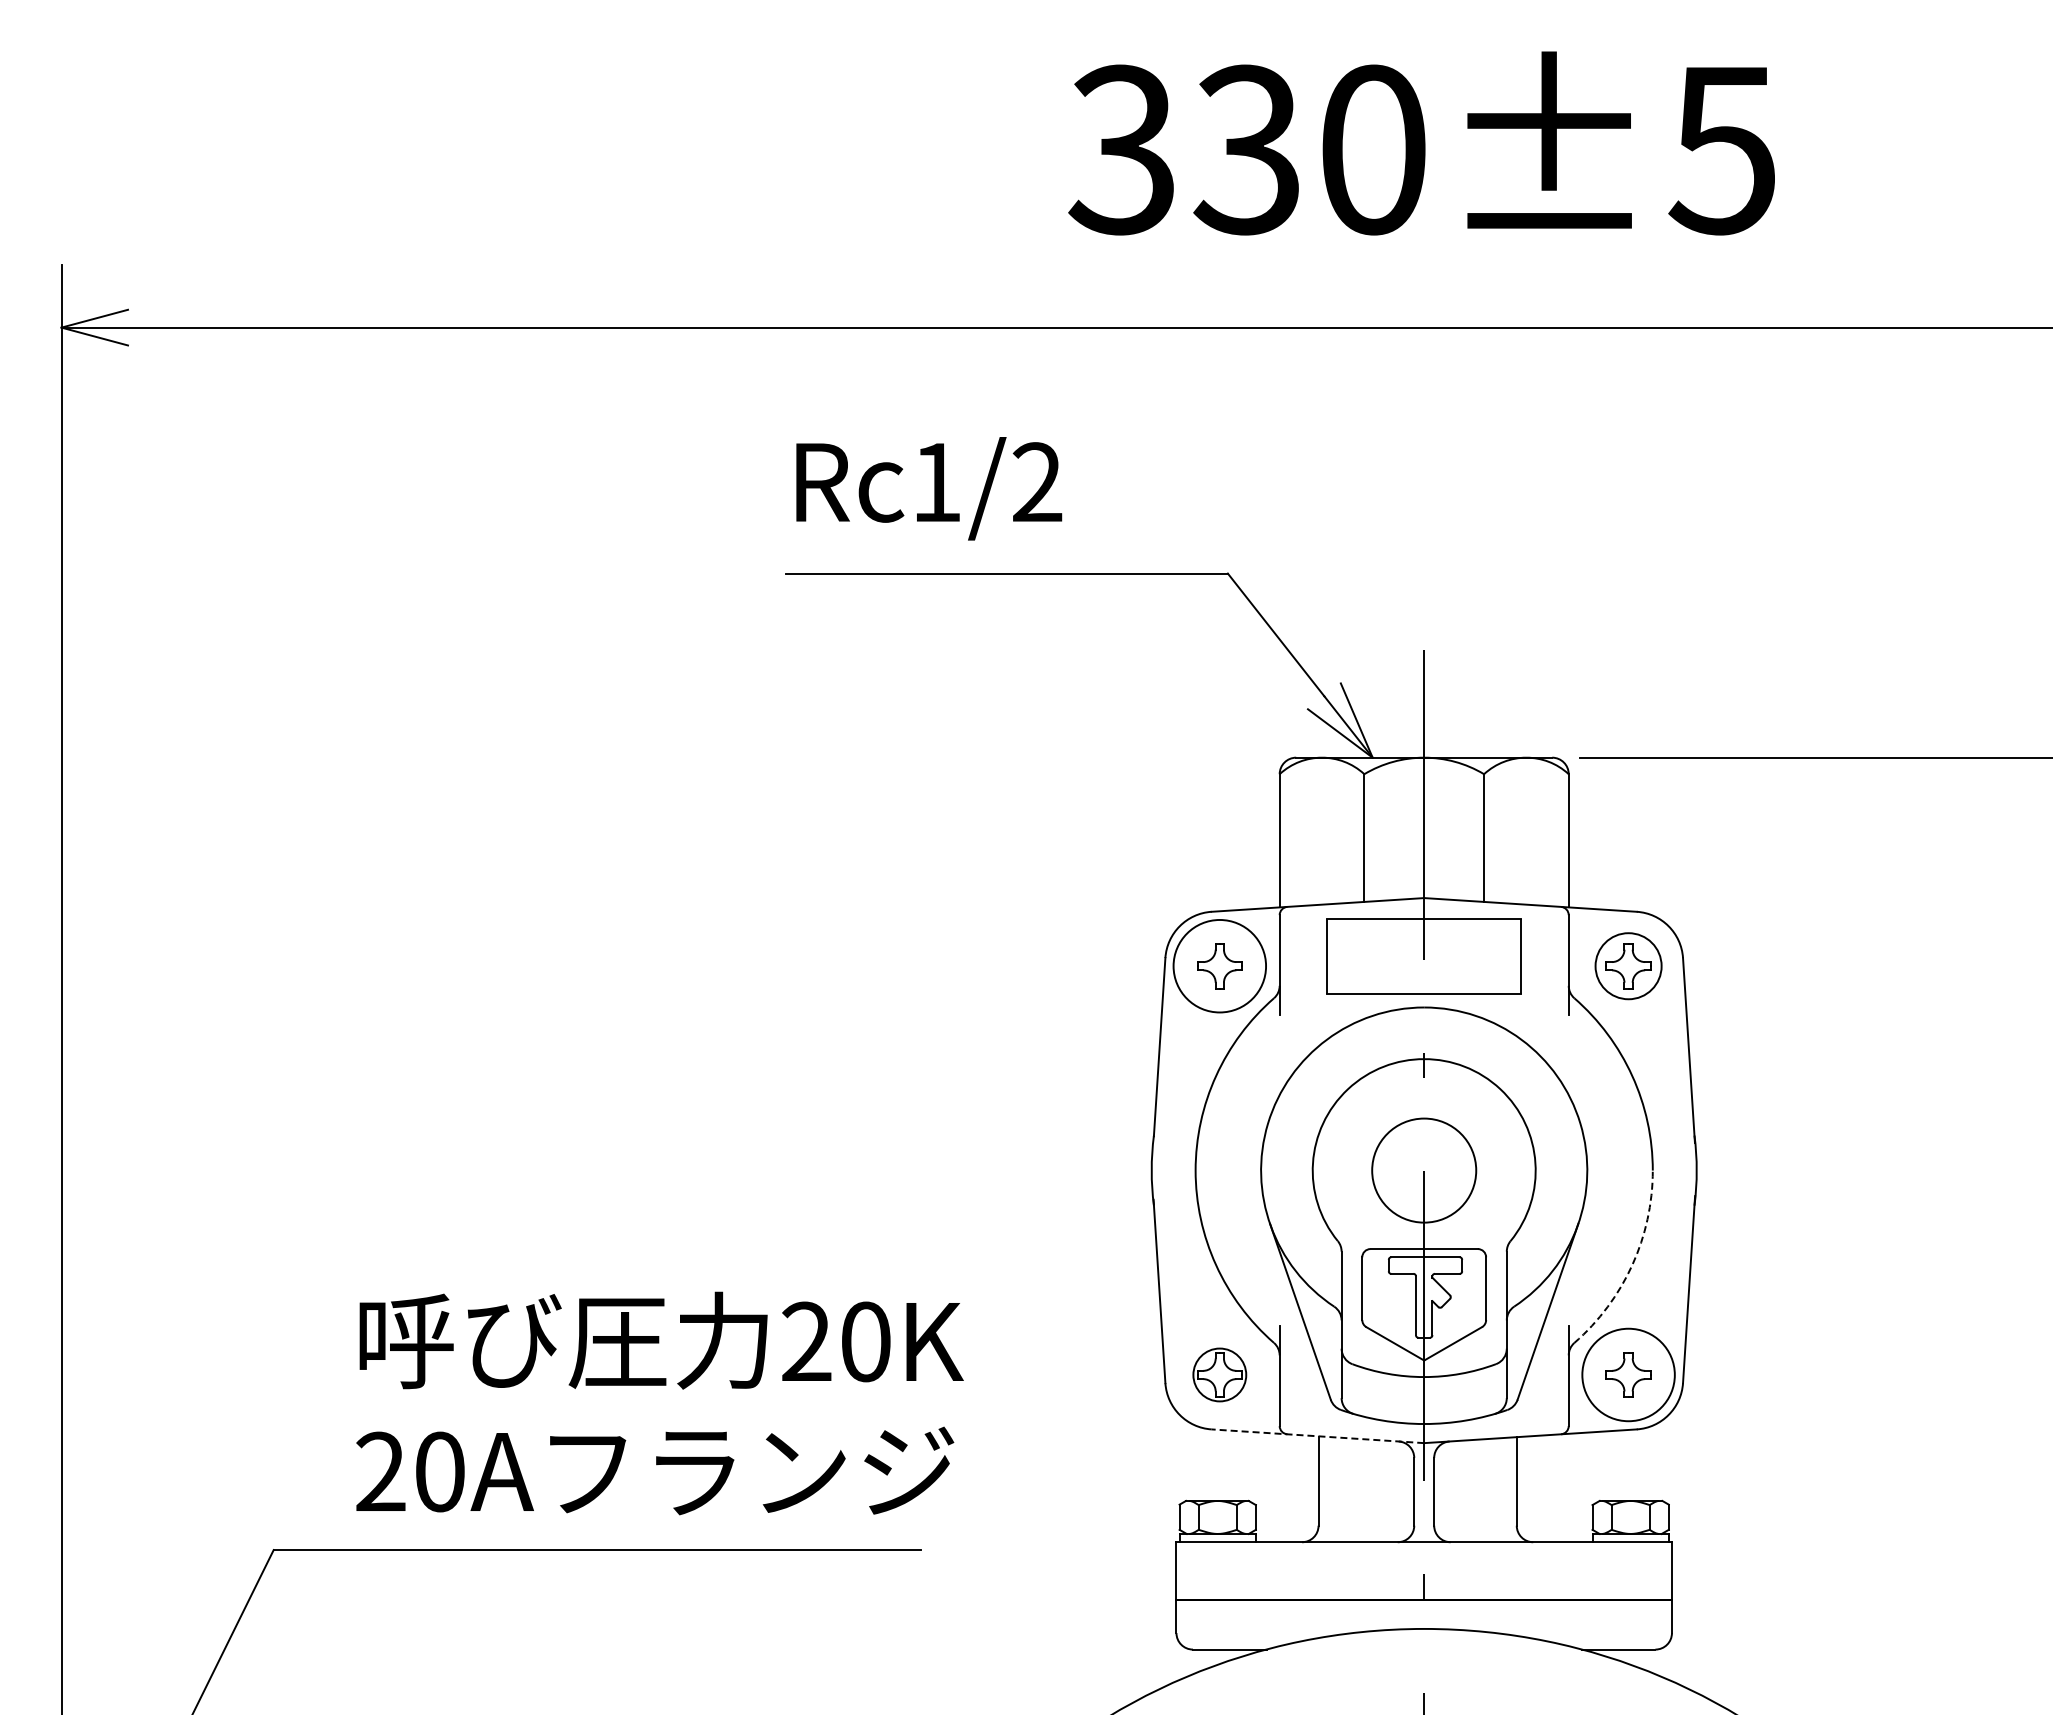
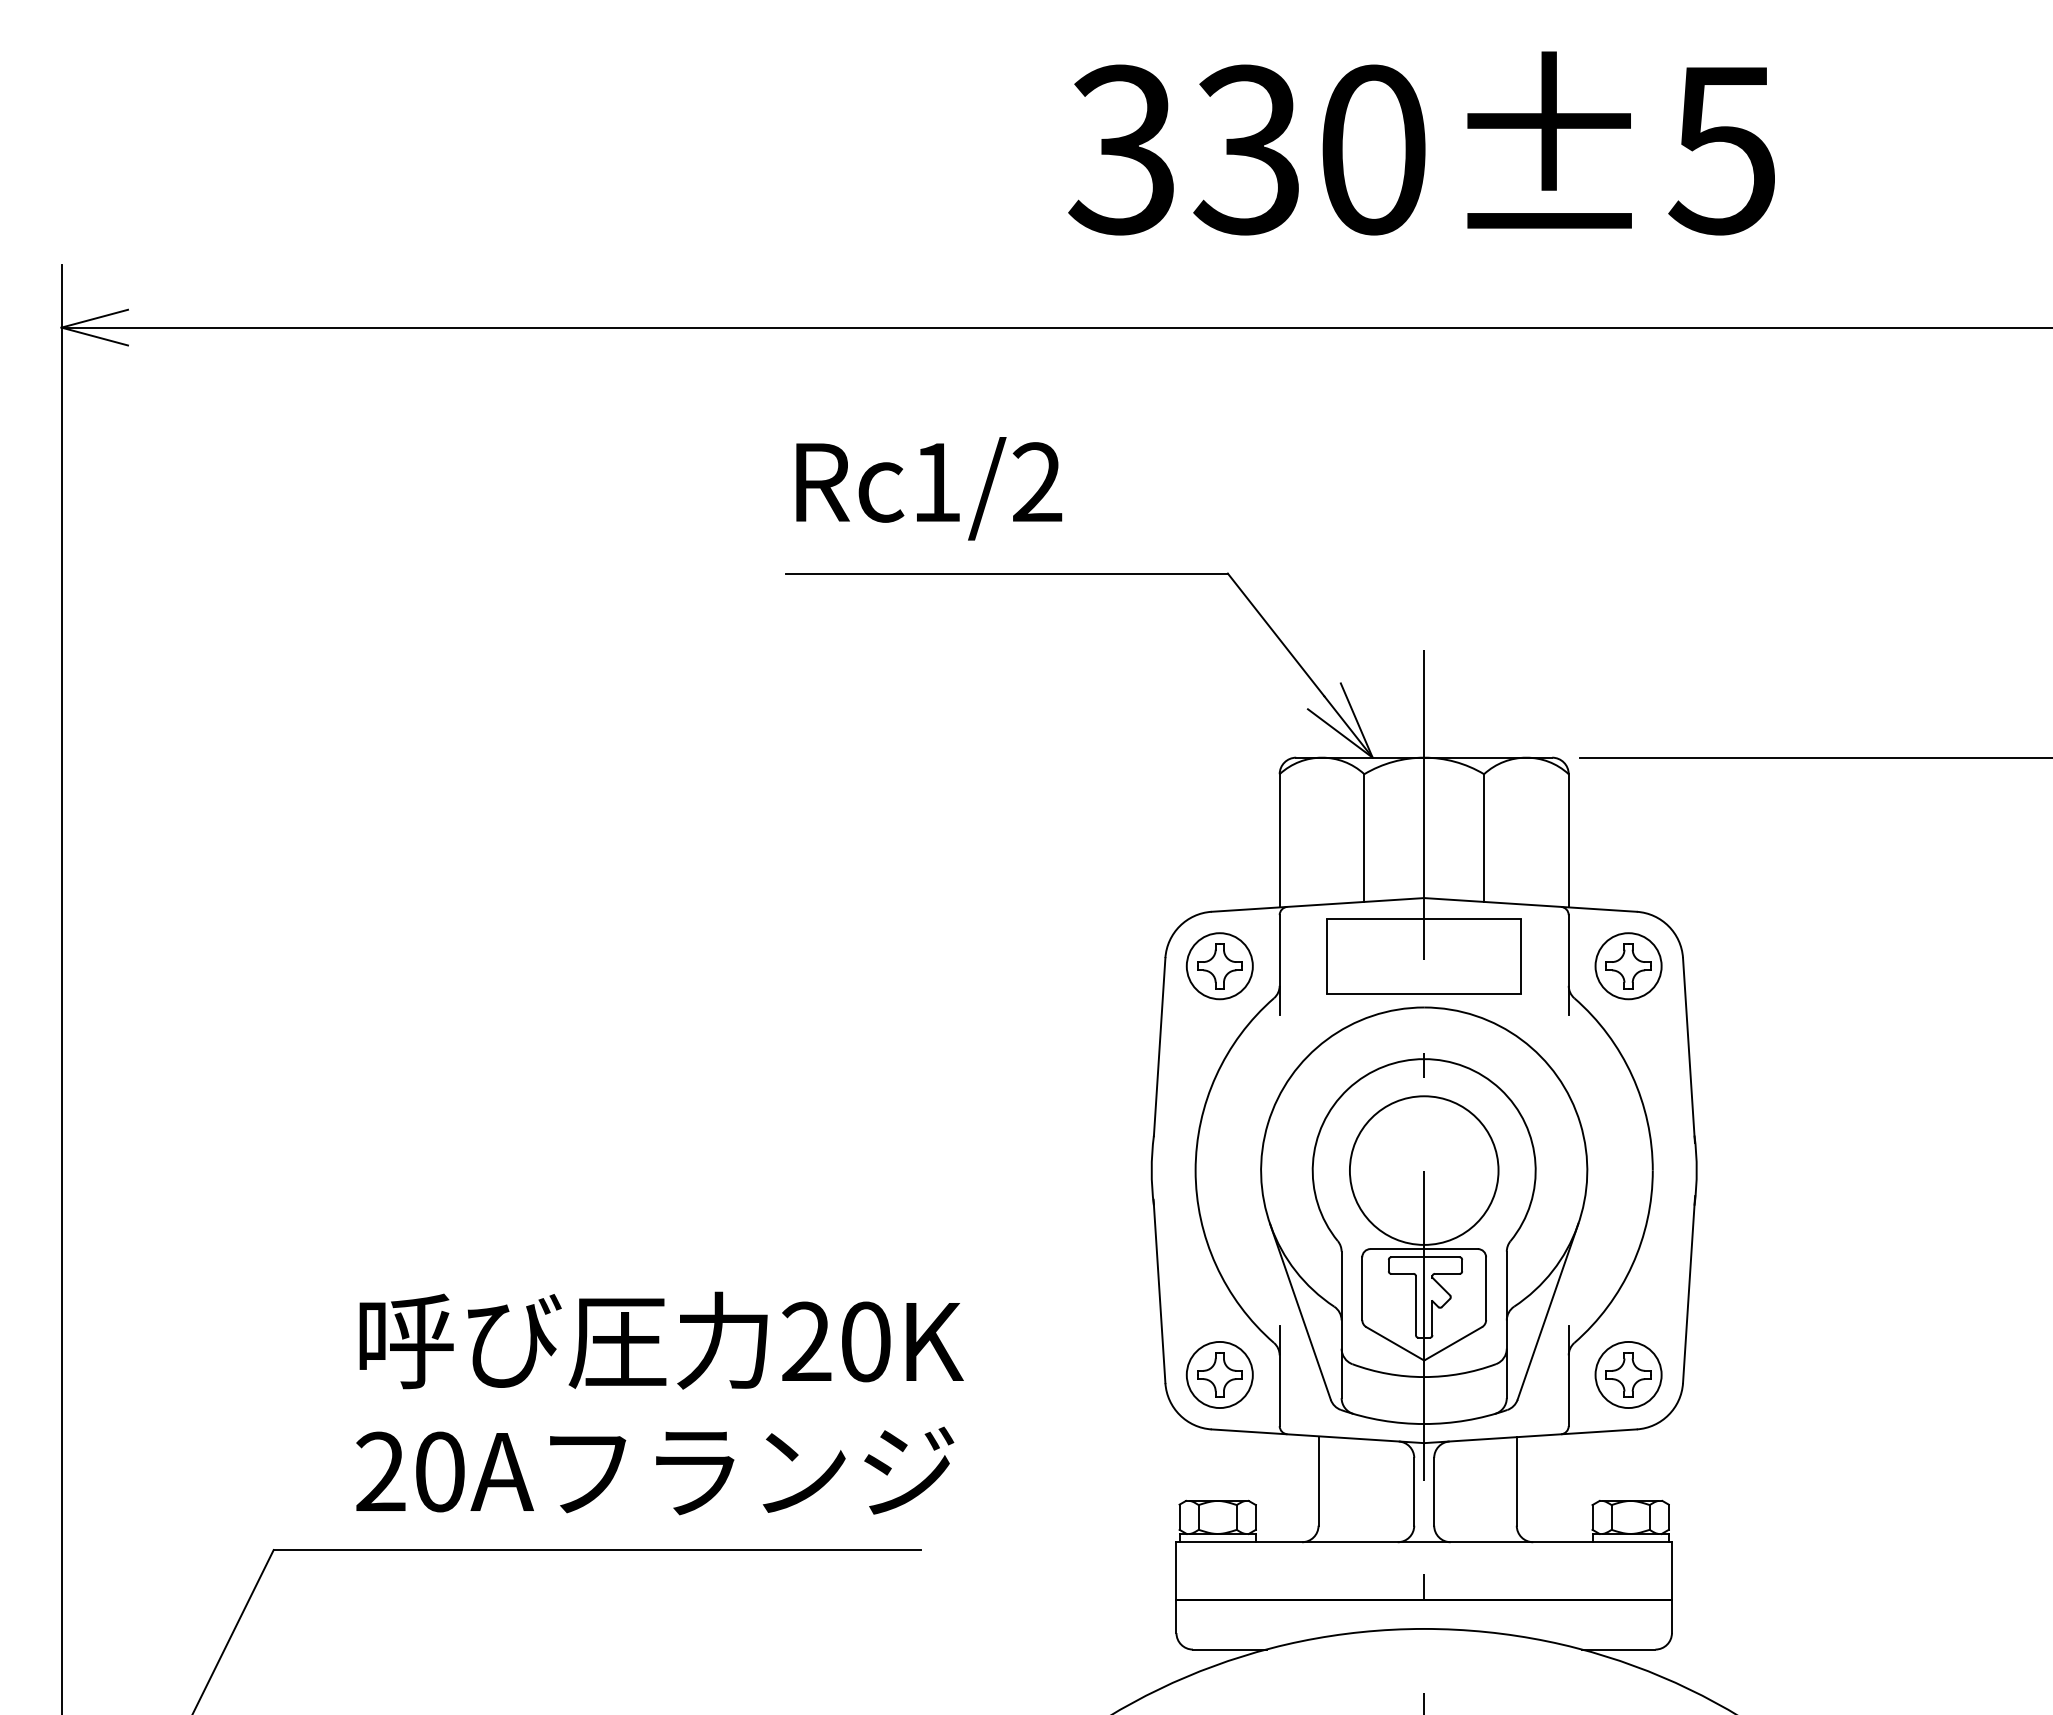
circle at (1219, 965) diameter: 92 px -> 66 px
circle at (1424, 1170) diameter: 104 px -> 149 px
arc at (1632, 1265): dashed -> solid
circle at (1219, 1374) diameter: 53 px -> 66 px
circle at (1628, 1374) diameter: 92 px -> 66 px
line at (1317, 1436): dashed -> solid
